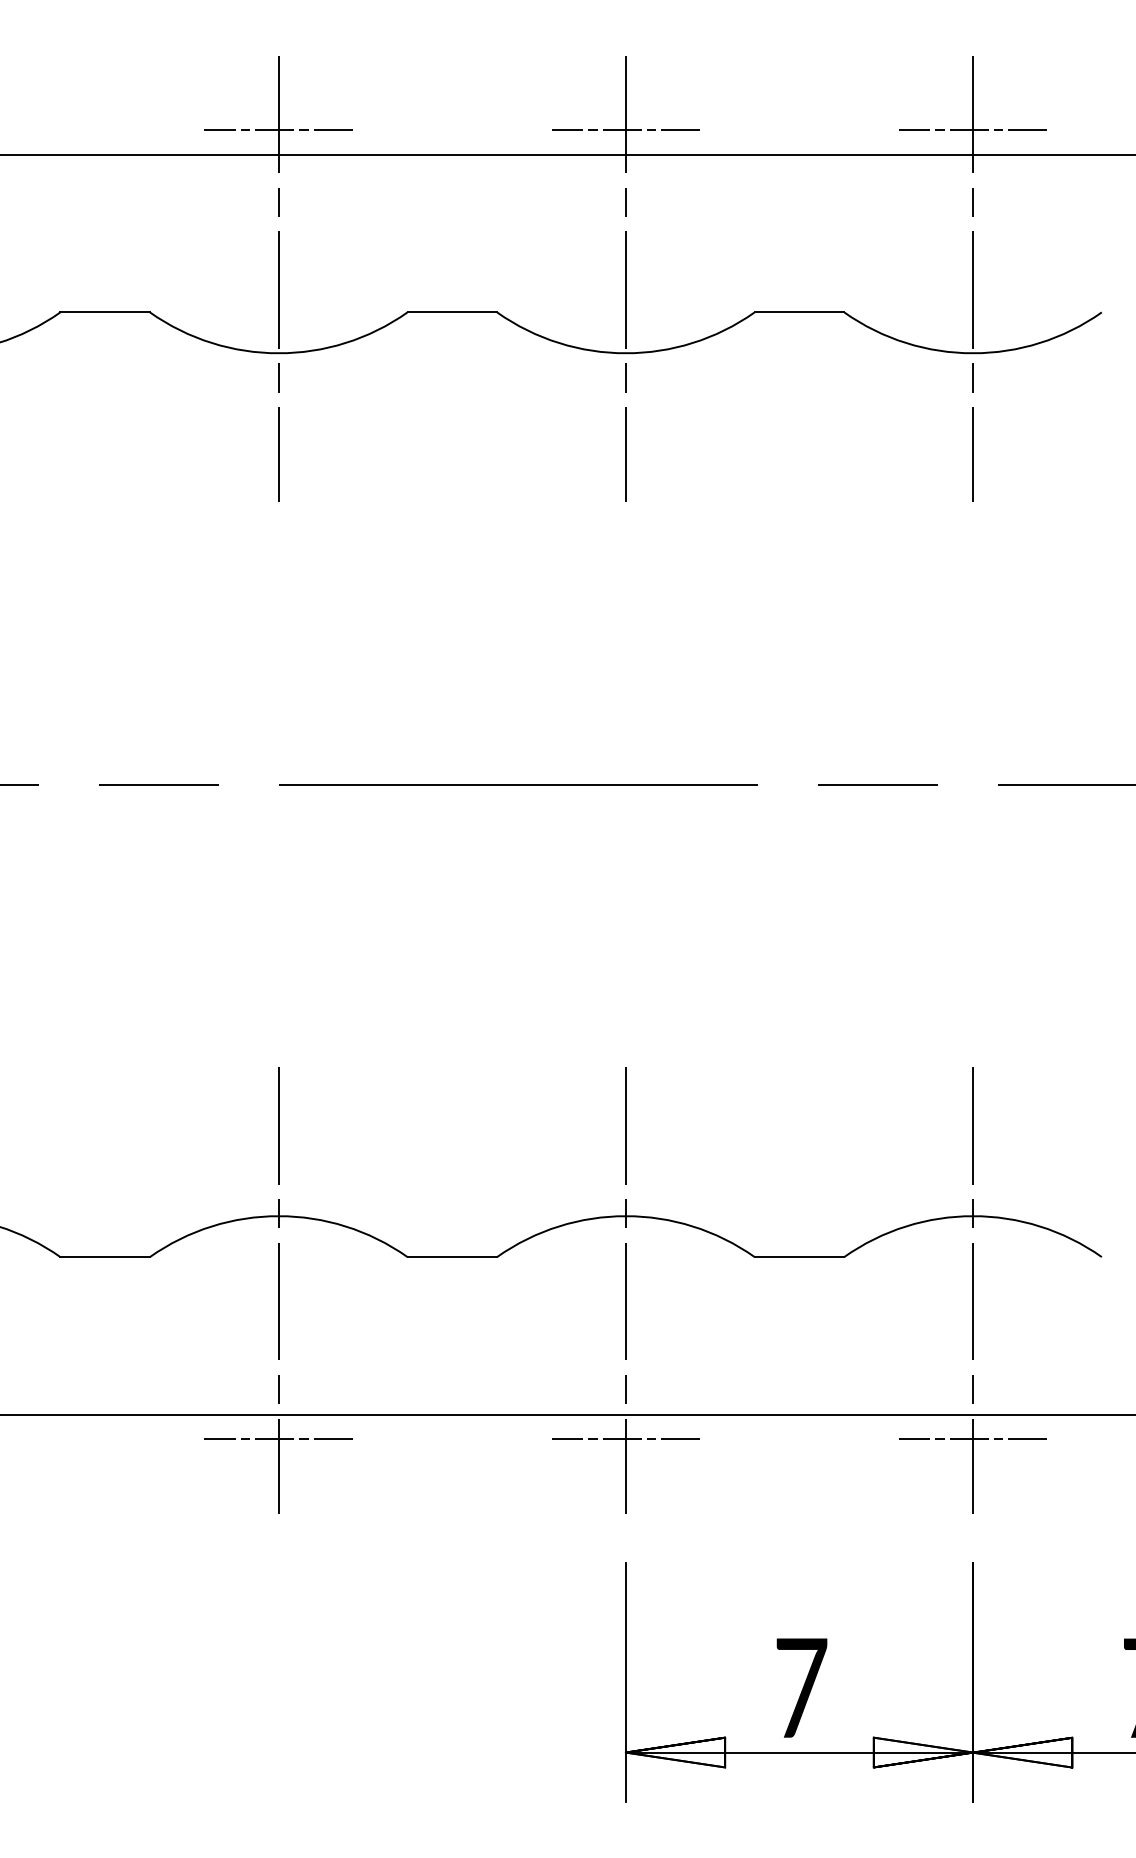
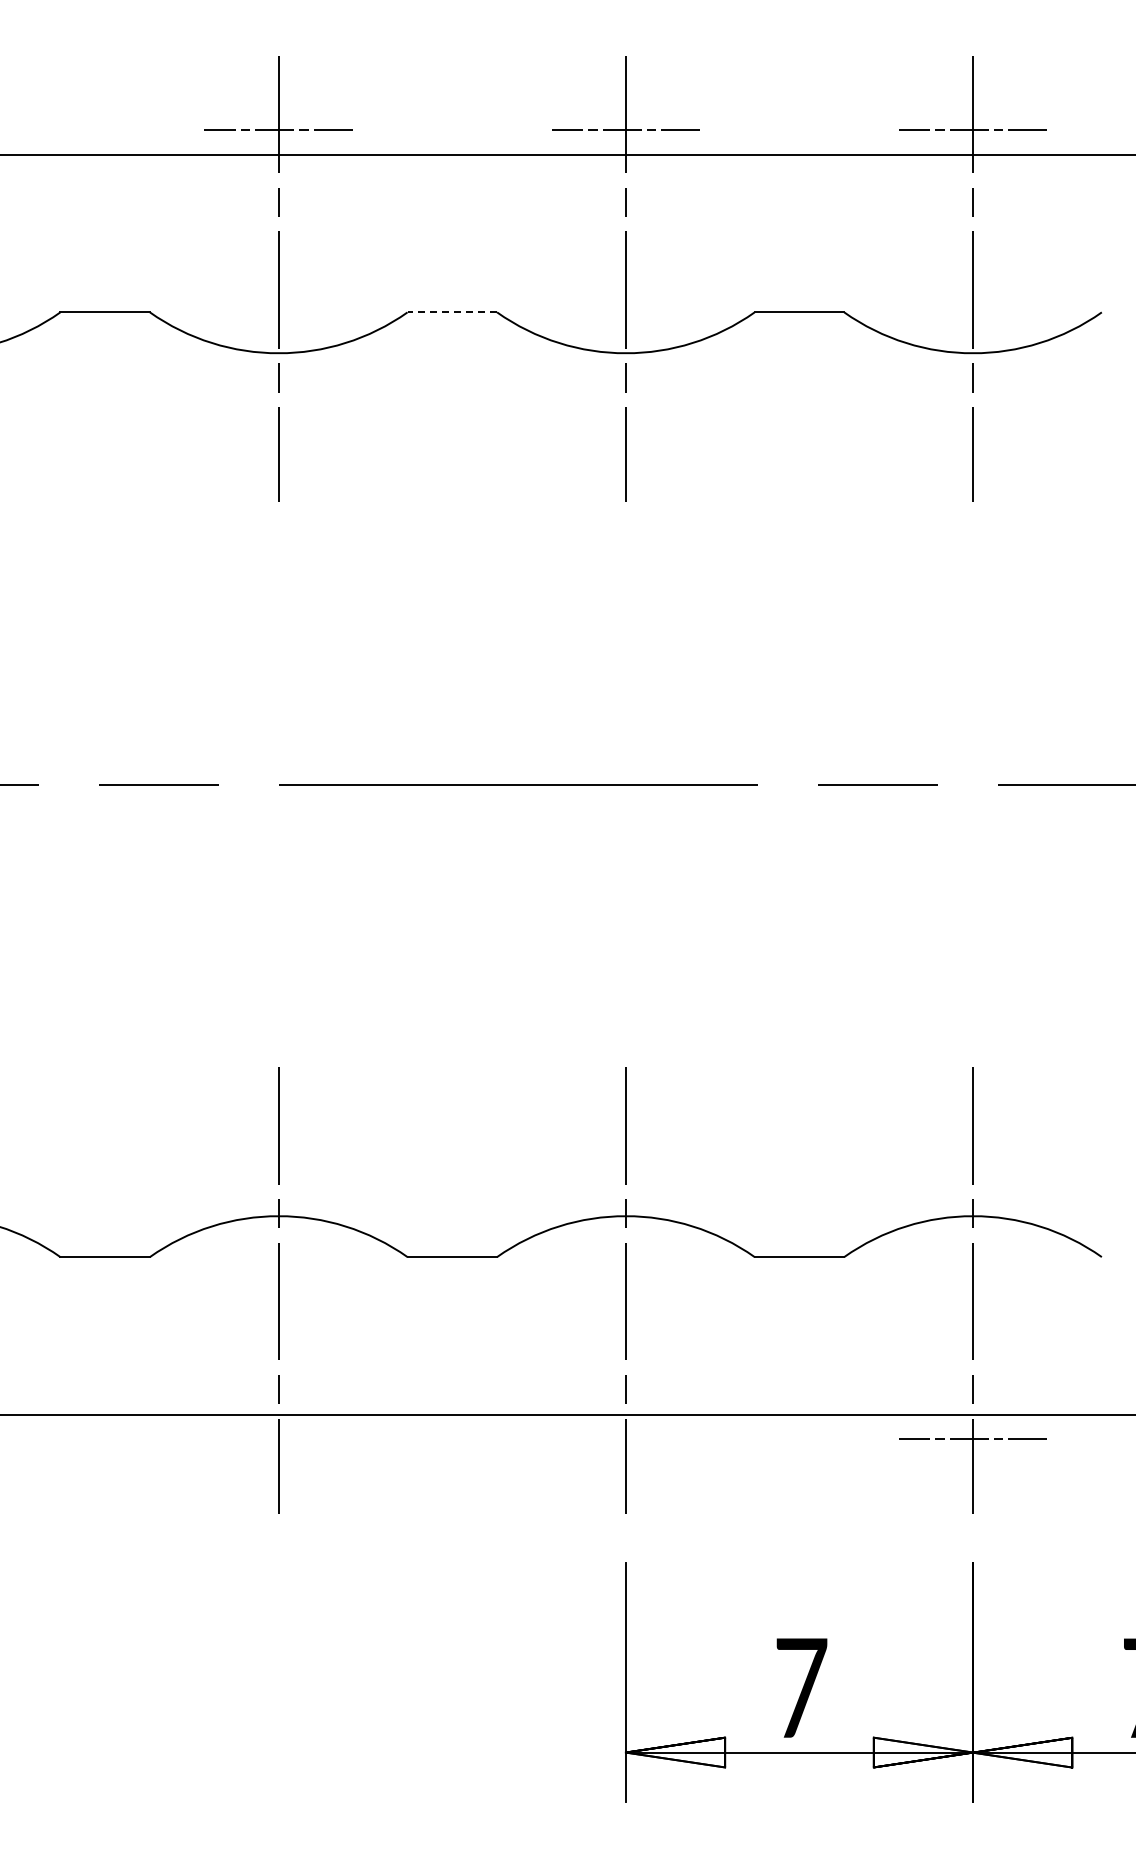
line at (452, 312): solid -> dashed
line at (278, 1439): present -> none
line at (625, 1439): present -> none
